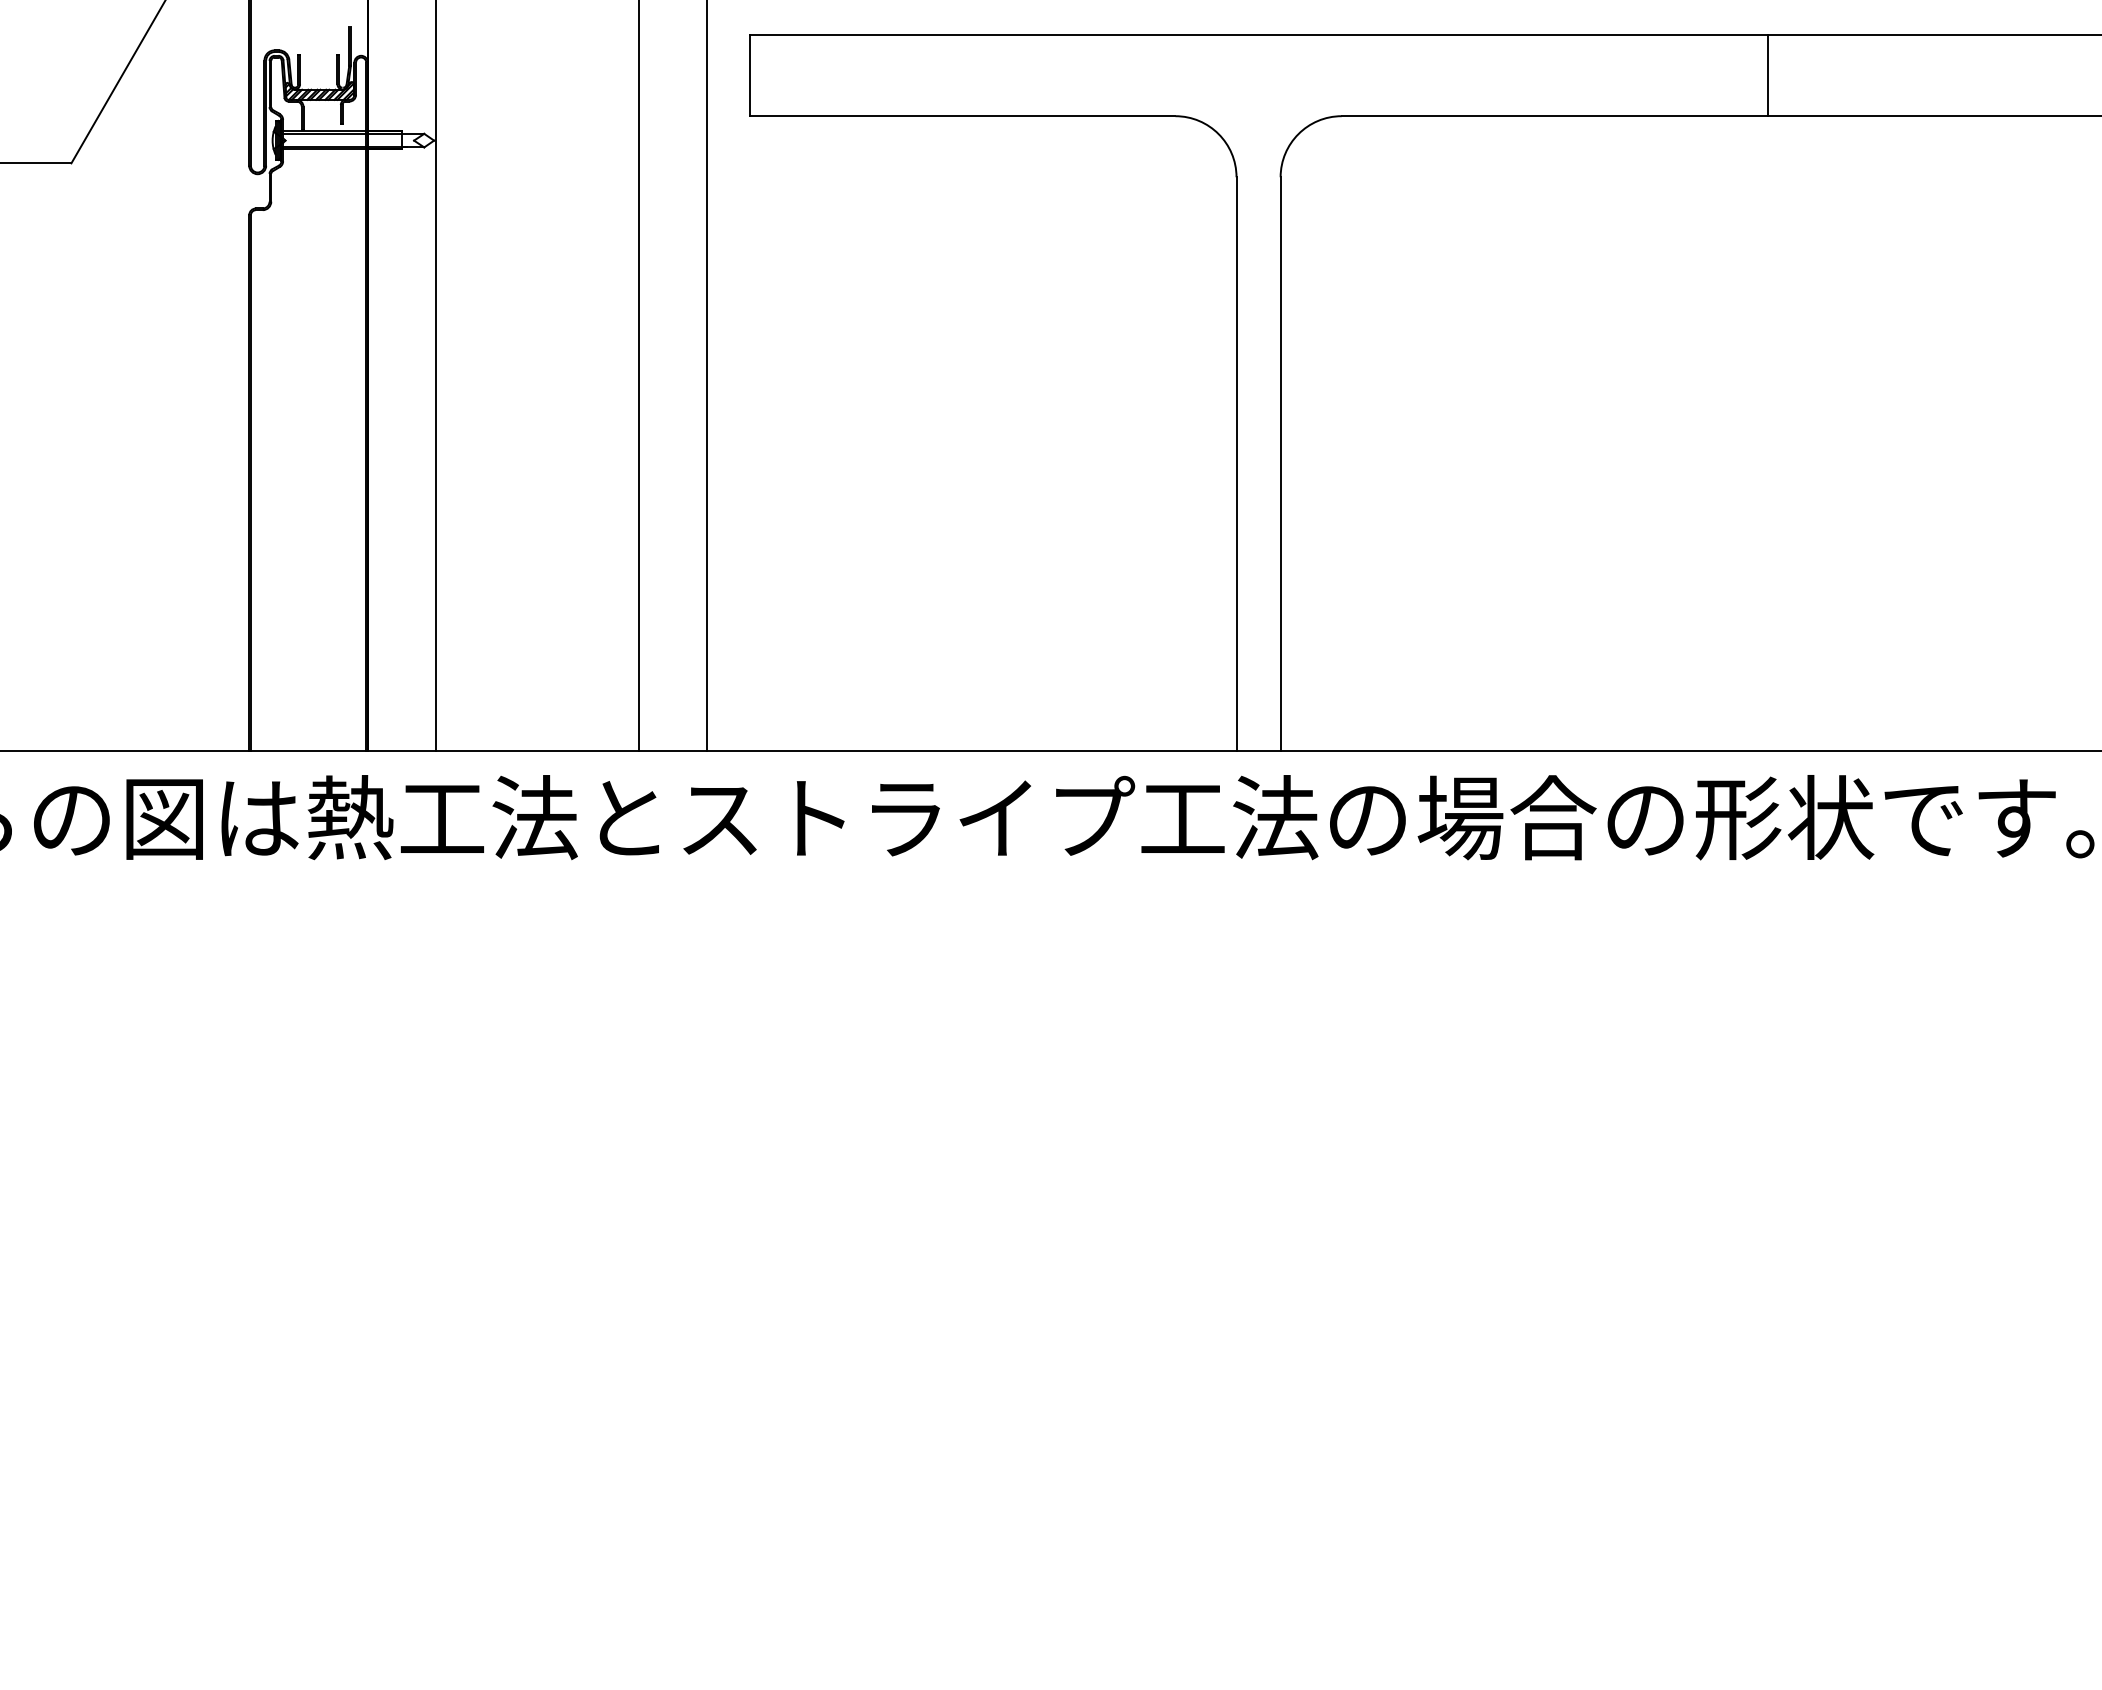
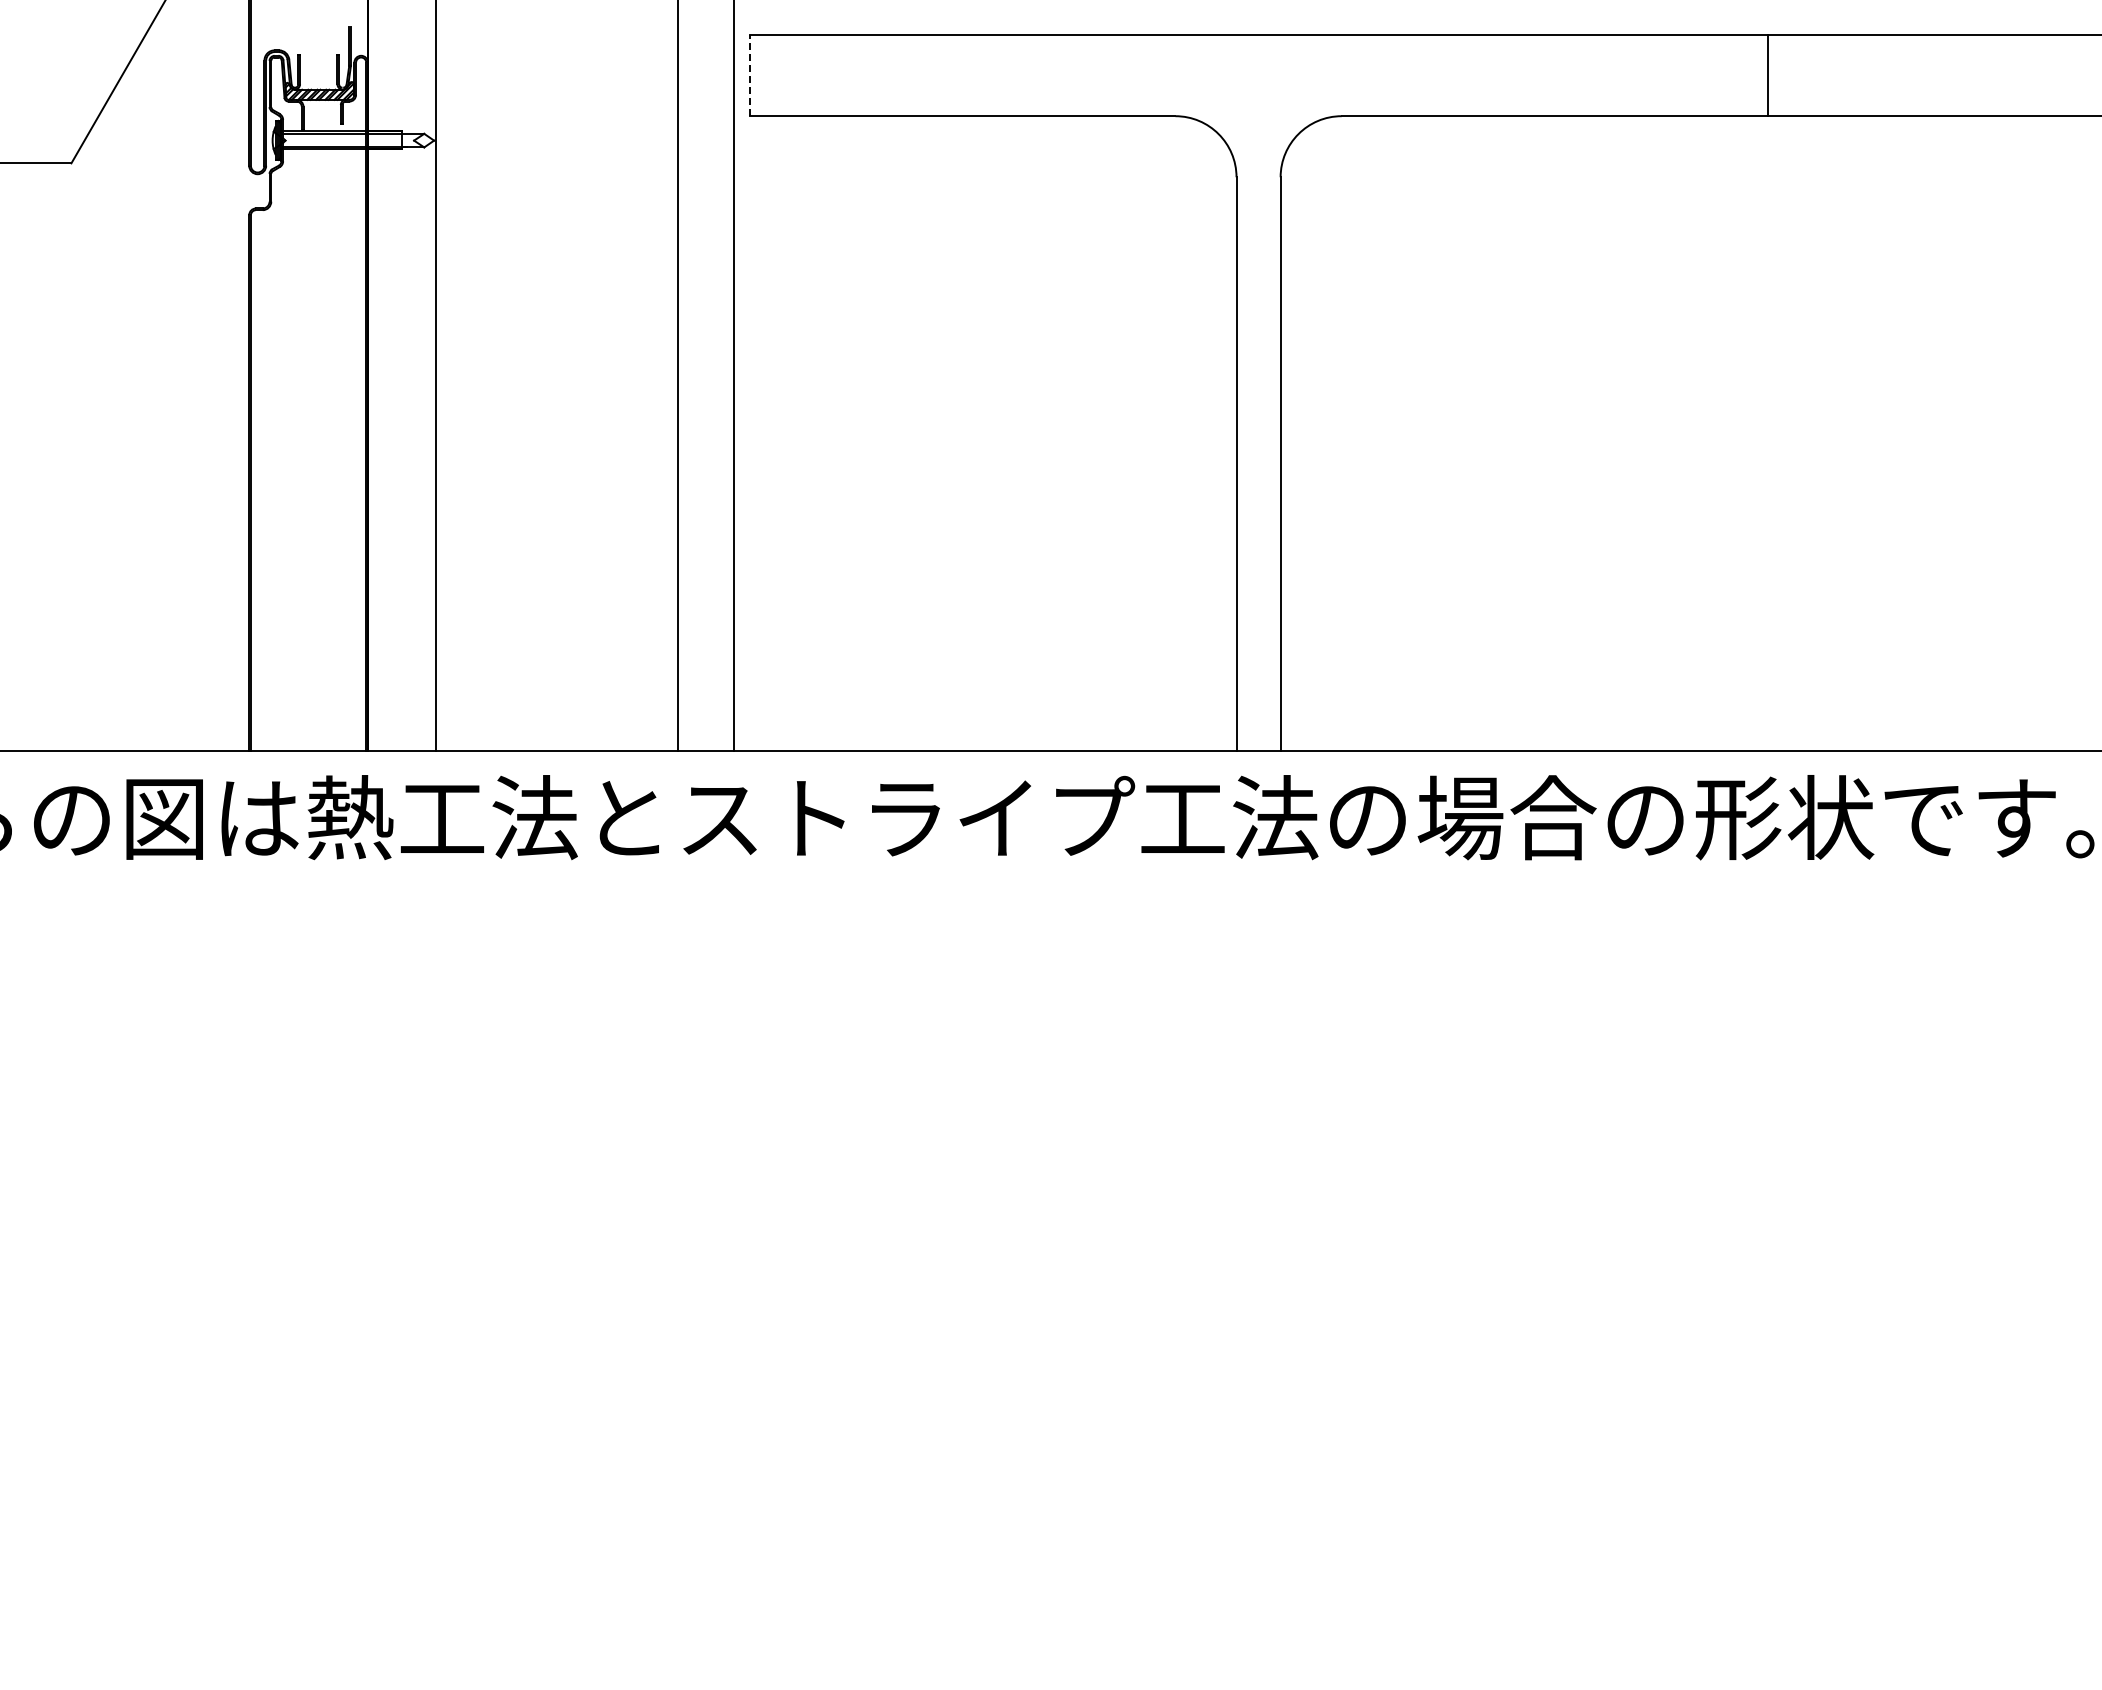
line at (749, 75): solid -> dashed
line at (639, 376) position: (639, 376) -> (678, 376)
line at (707, 376) position: (707, 376) -> (734, 376)
